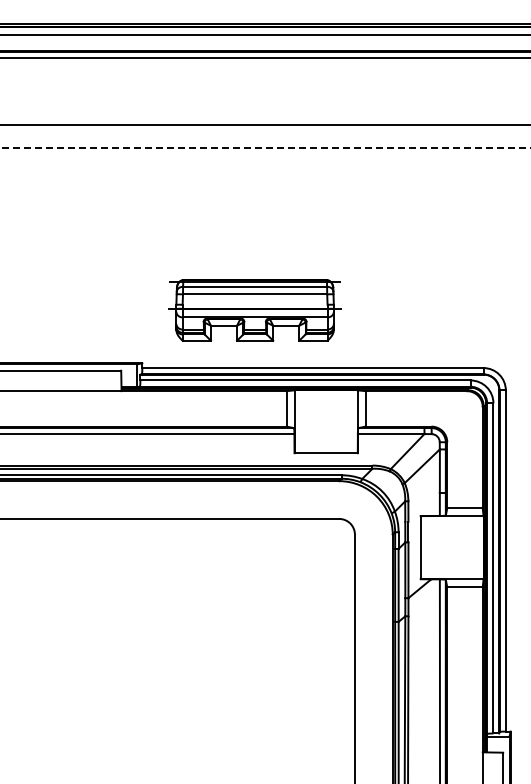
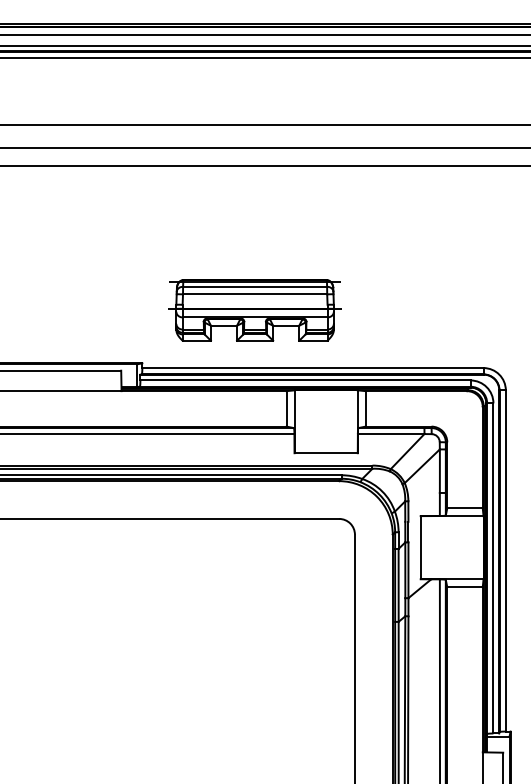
line at (264, 46): none -> present
line at (265, 147): dashed -> solid
line at (264, 165): none -> present
